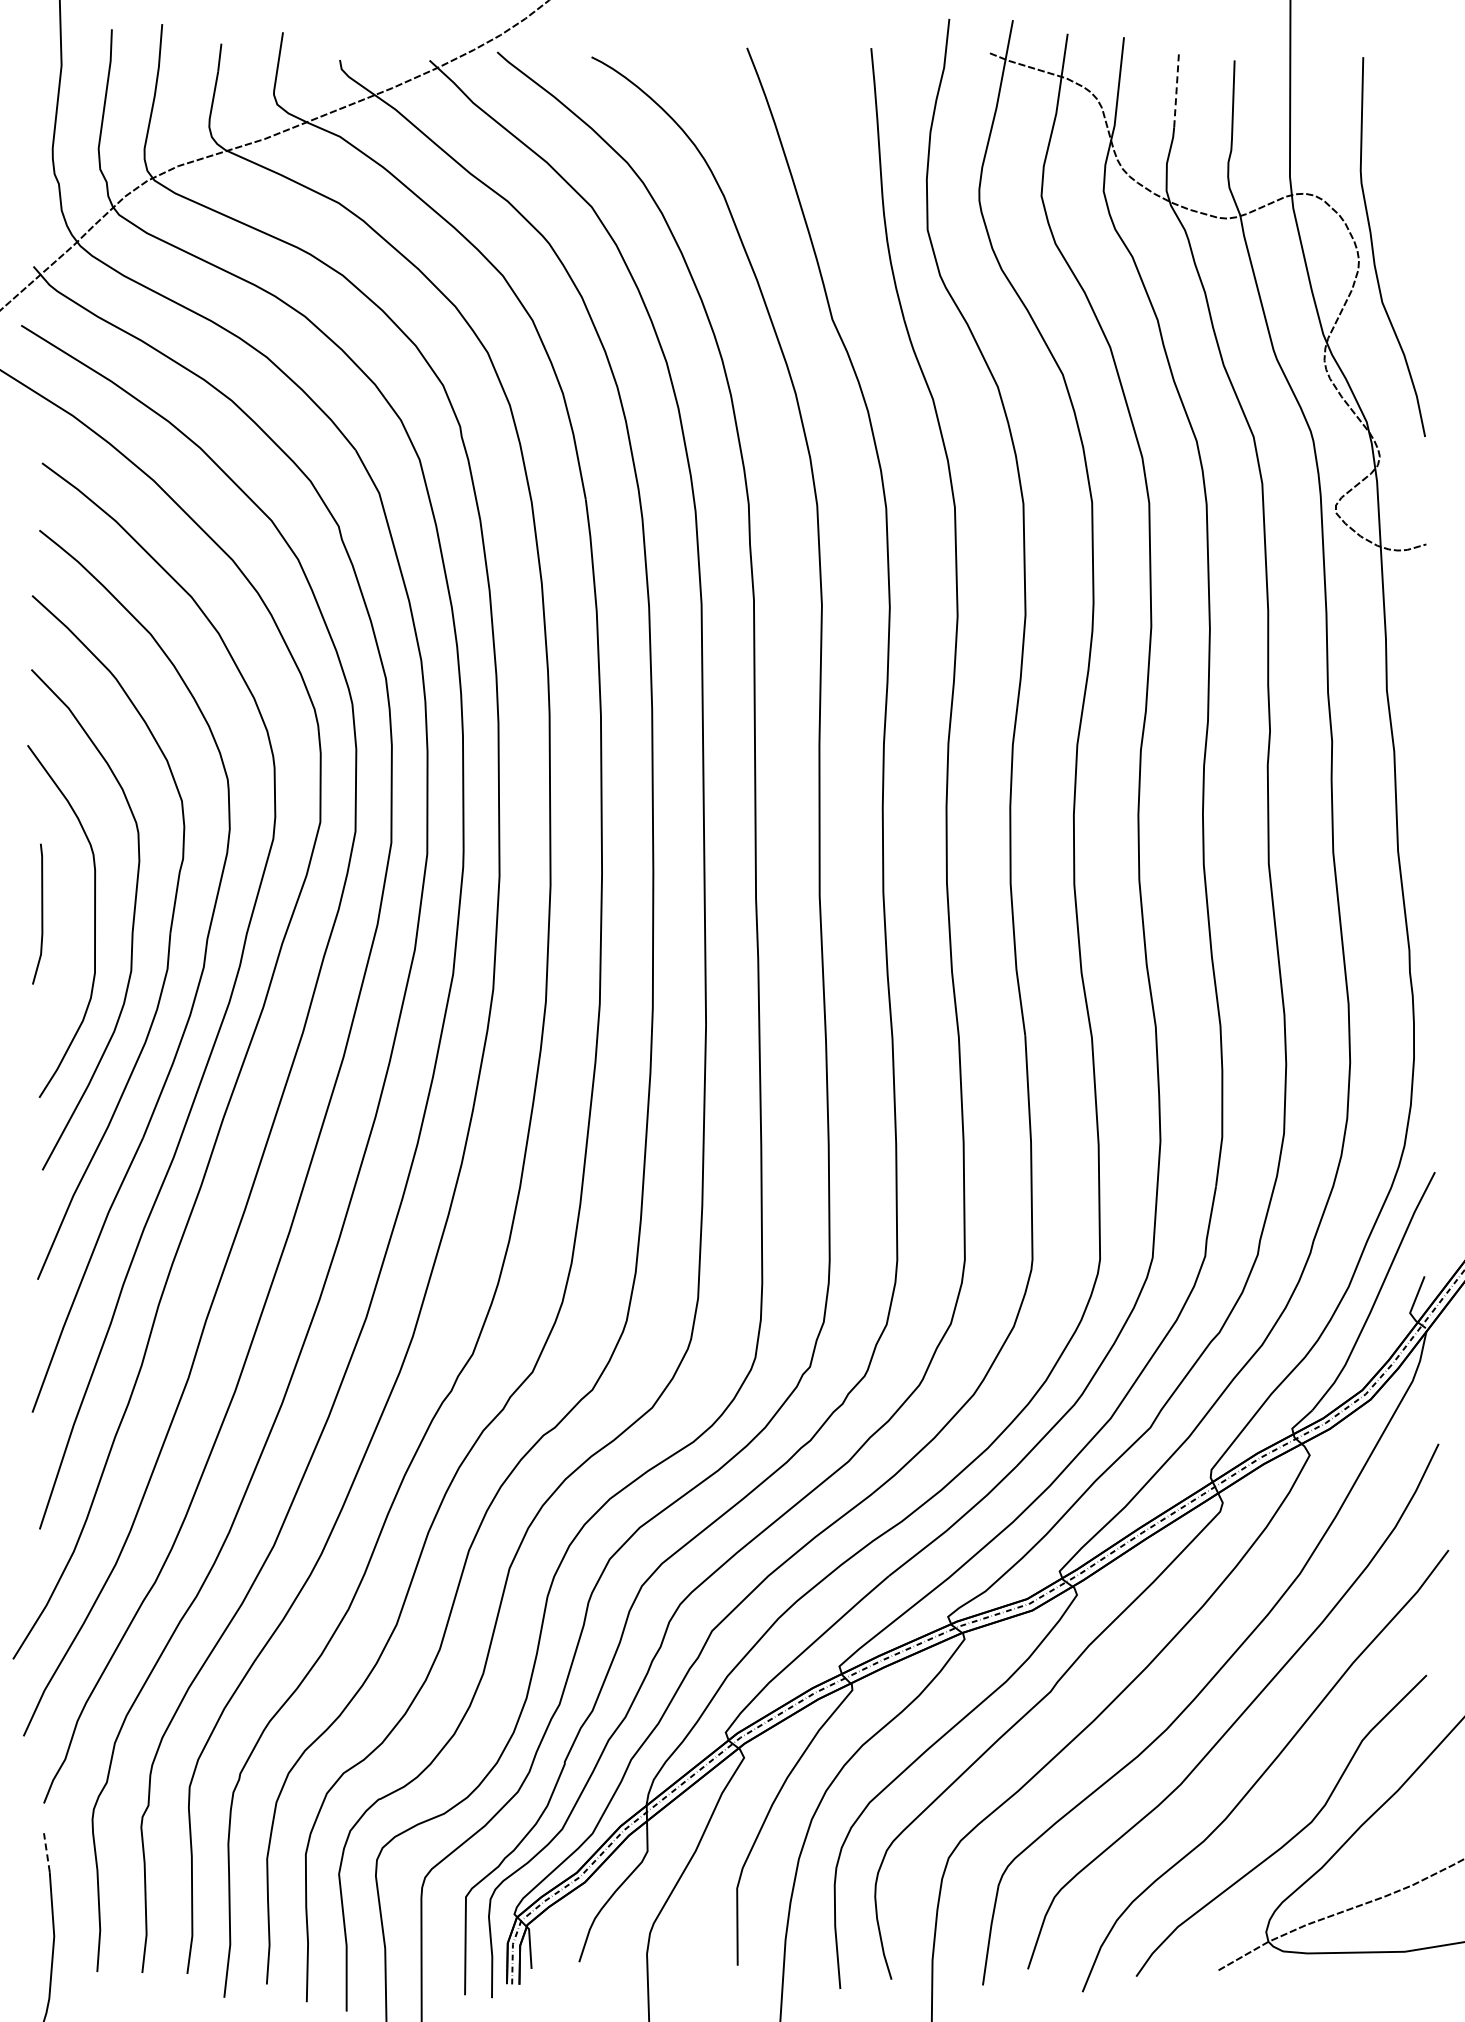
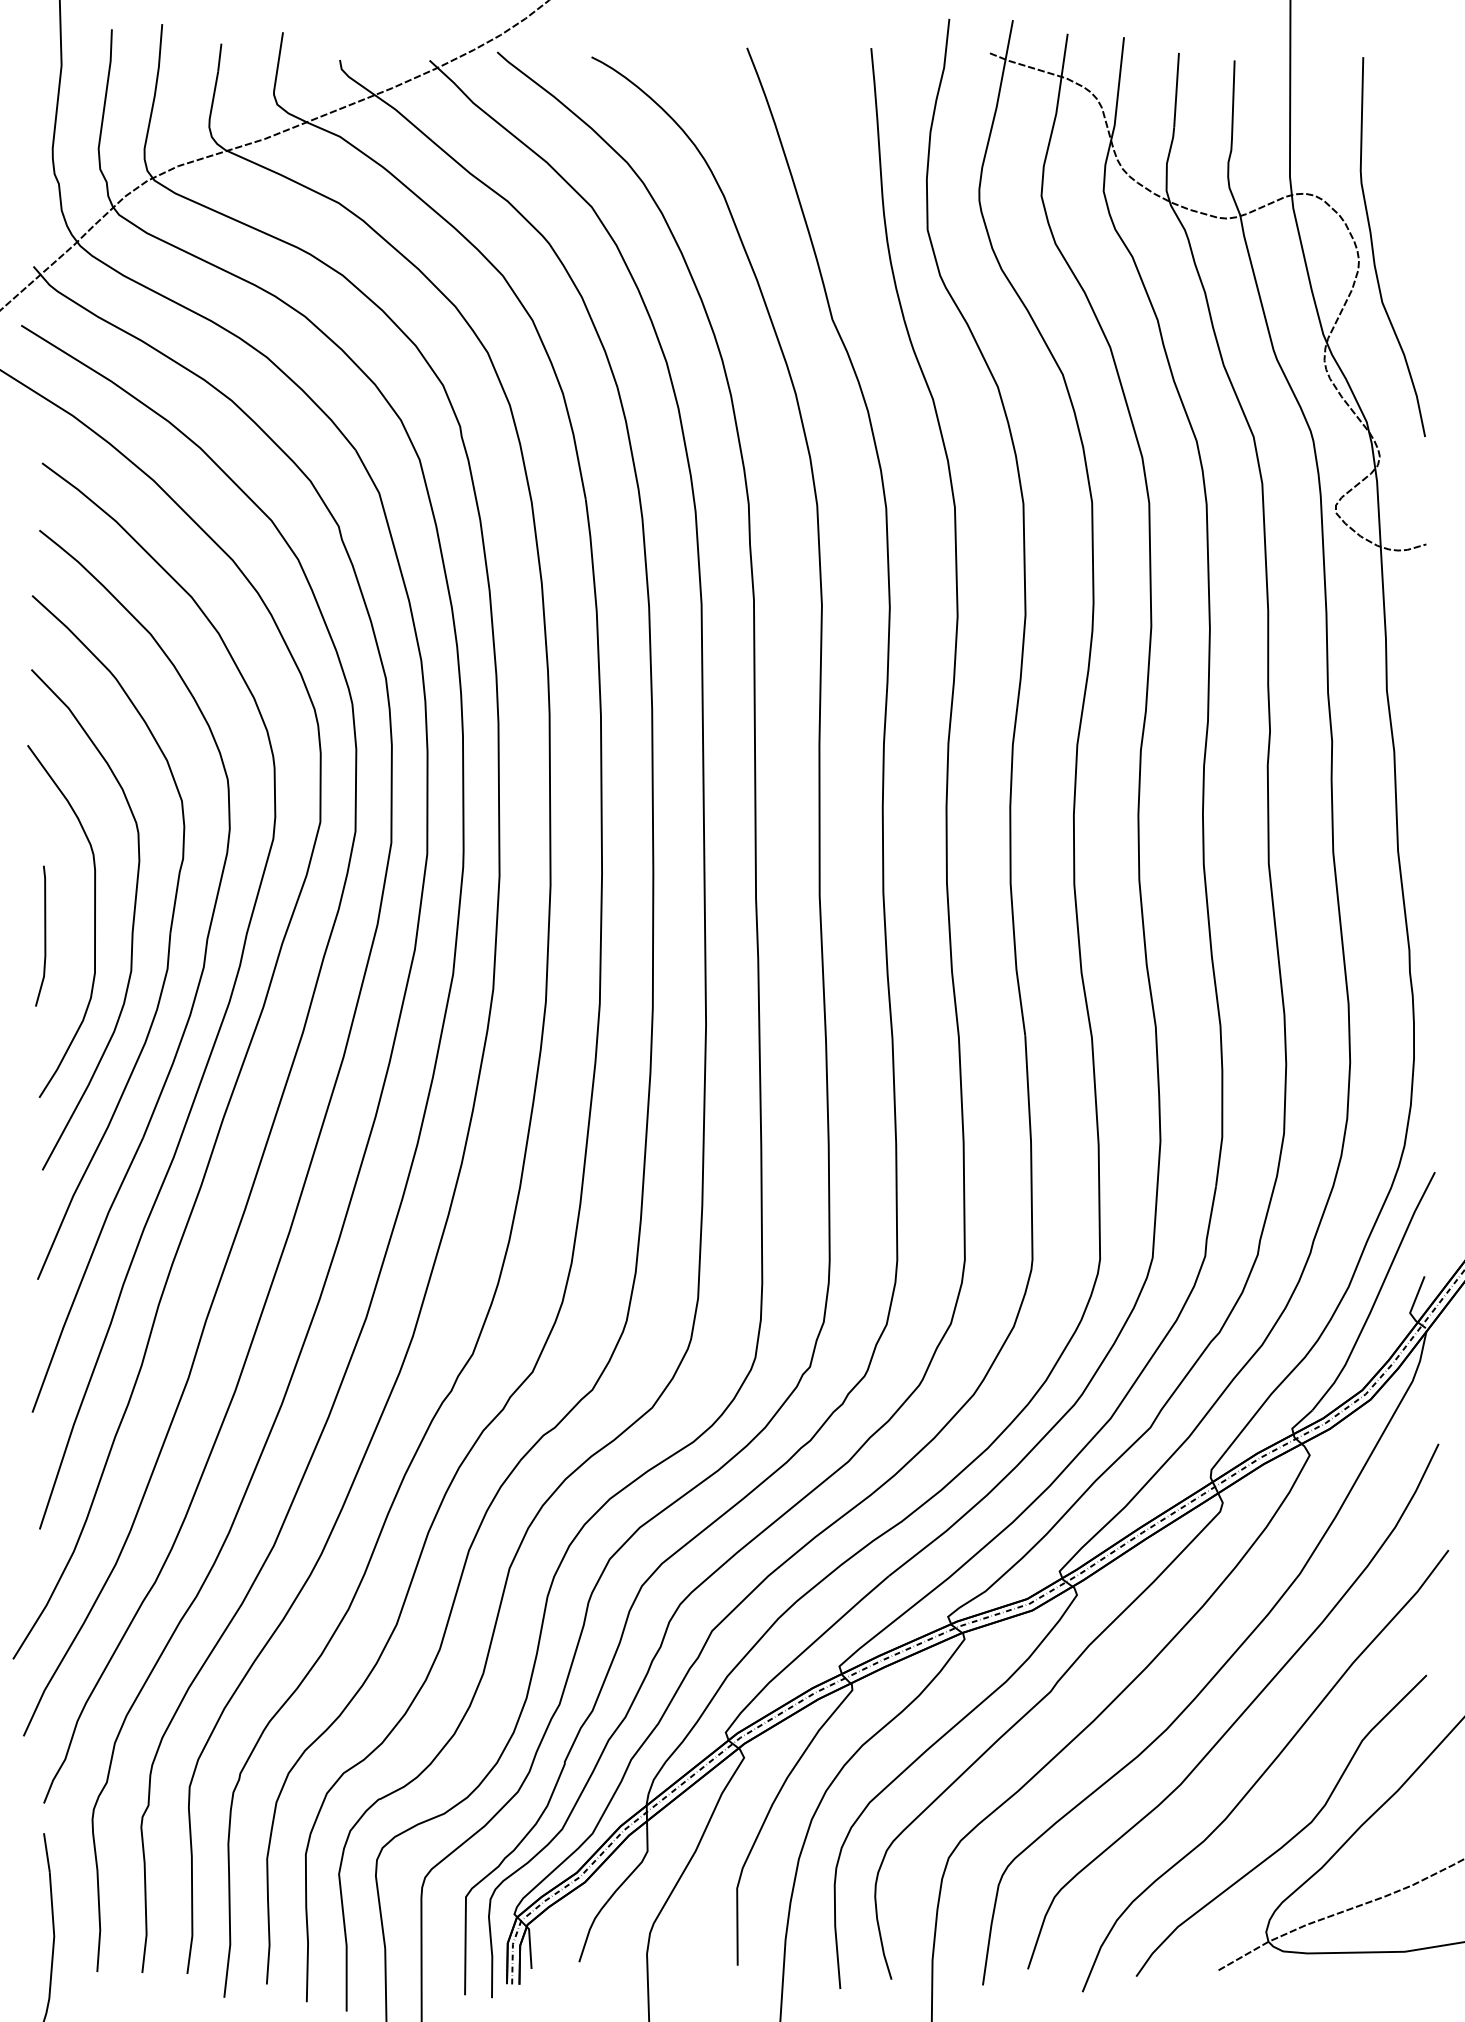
line at (1176, 89): dashed -> solid
line at (41, 913) position: (41, 913) -> (44, 935)
line at (46, 1852): dashed -> solid
